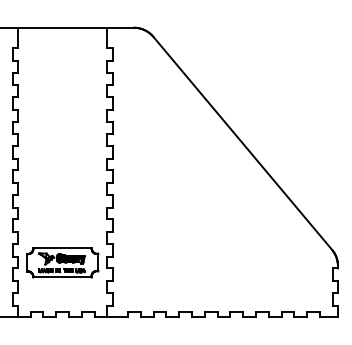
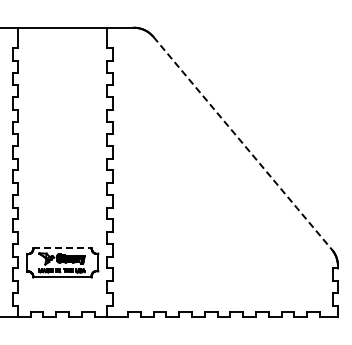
line at (243, 144): solid -> dashed
line at (63, 248): solid -> dashed
